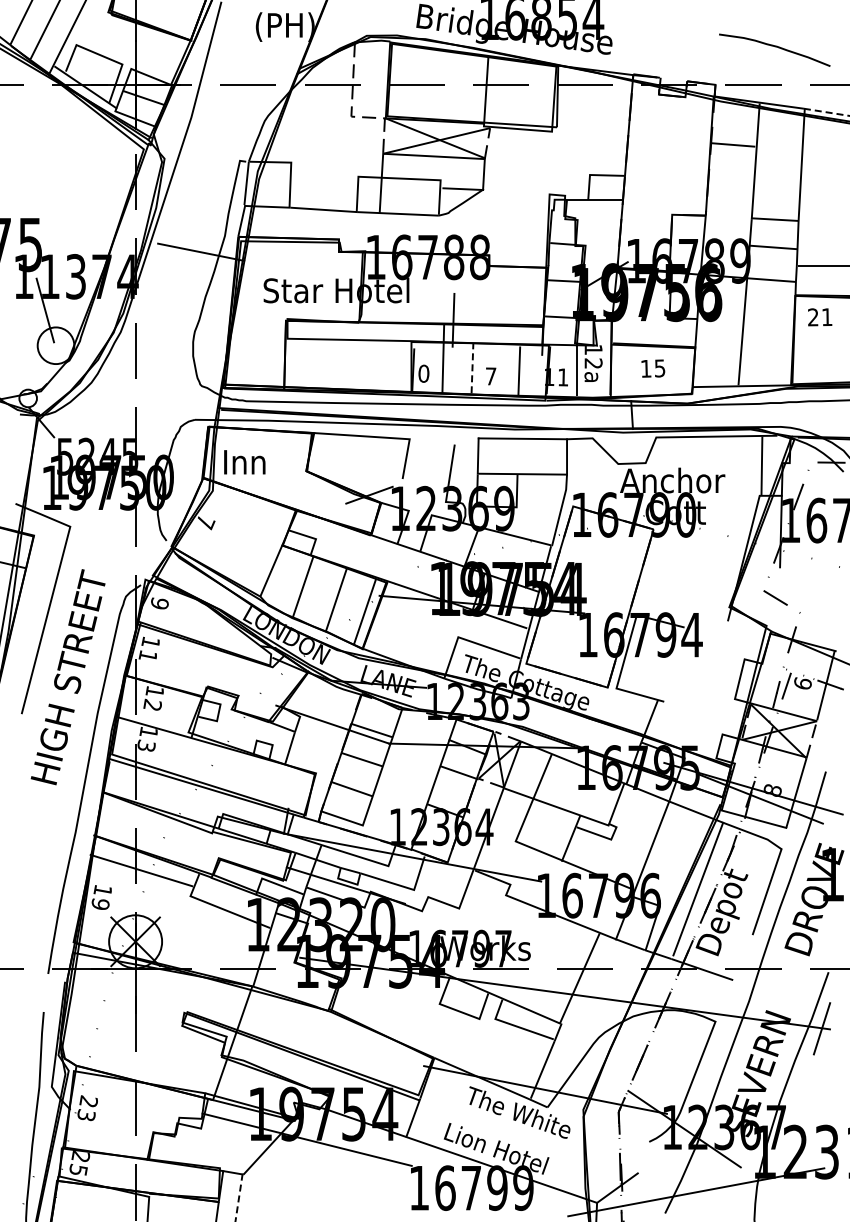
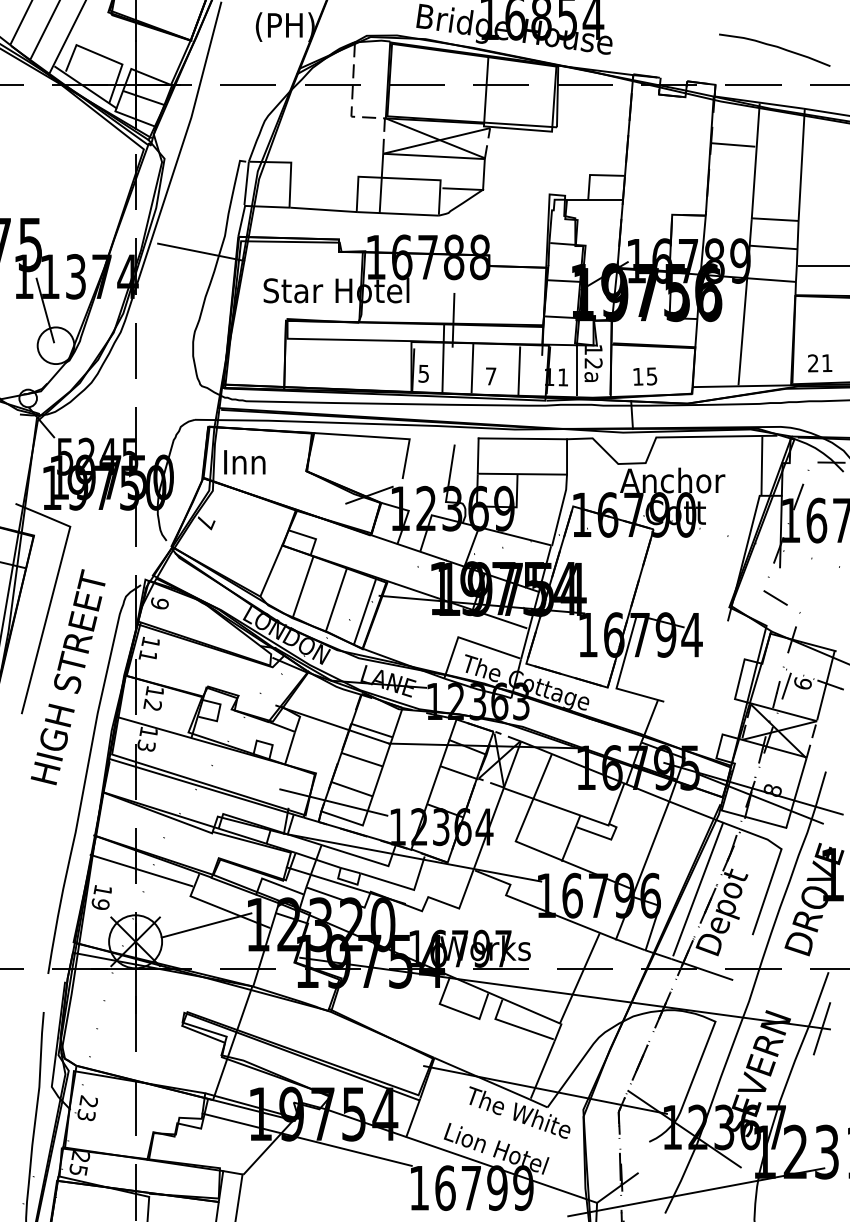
line at (826, 112): dashed -> solid
text at (820, 317) position: (820, 317) -> (820, 363)
line at (472, 368): dashed -> solid
text at (653, 368) position: (653, 368) -> (645, 376)
text at (423, 373): 0 -> 5
line at (333, 802): none -> present
line at (206, 925): none -> present
line at (238, 1198): dashed -> solid
